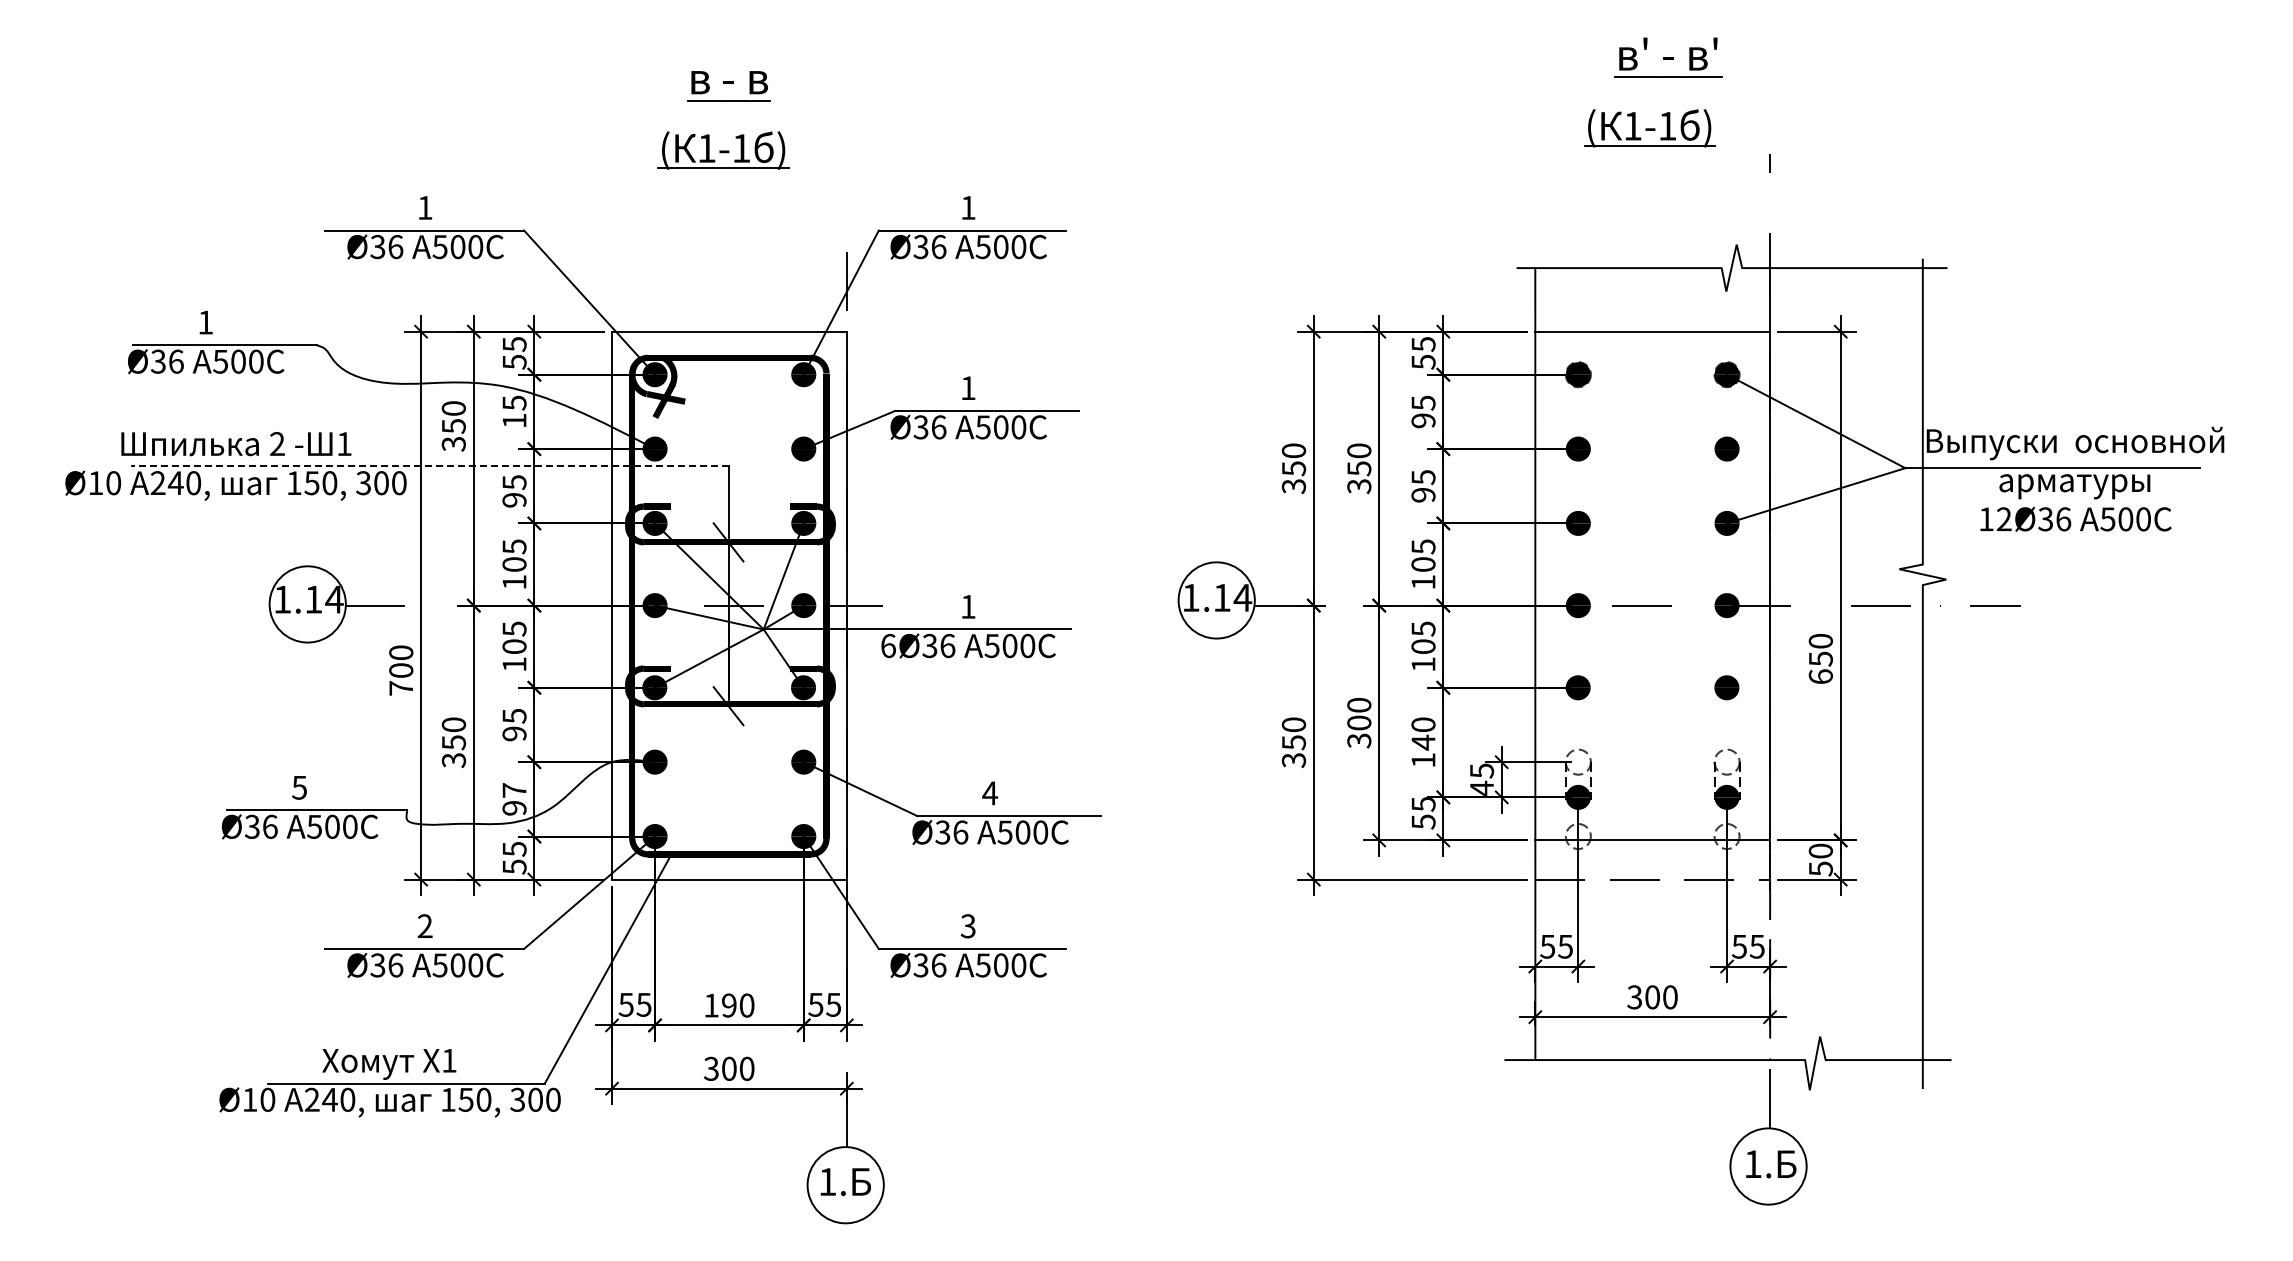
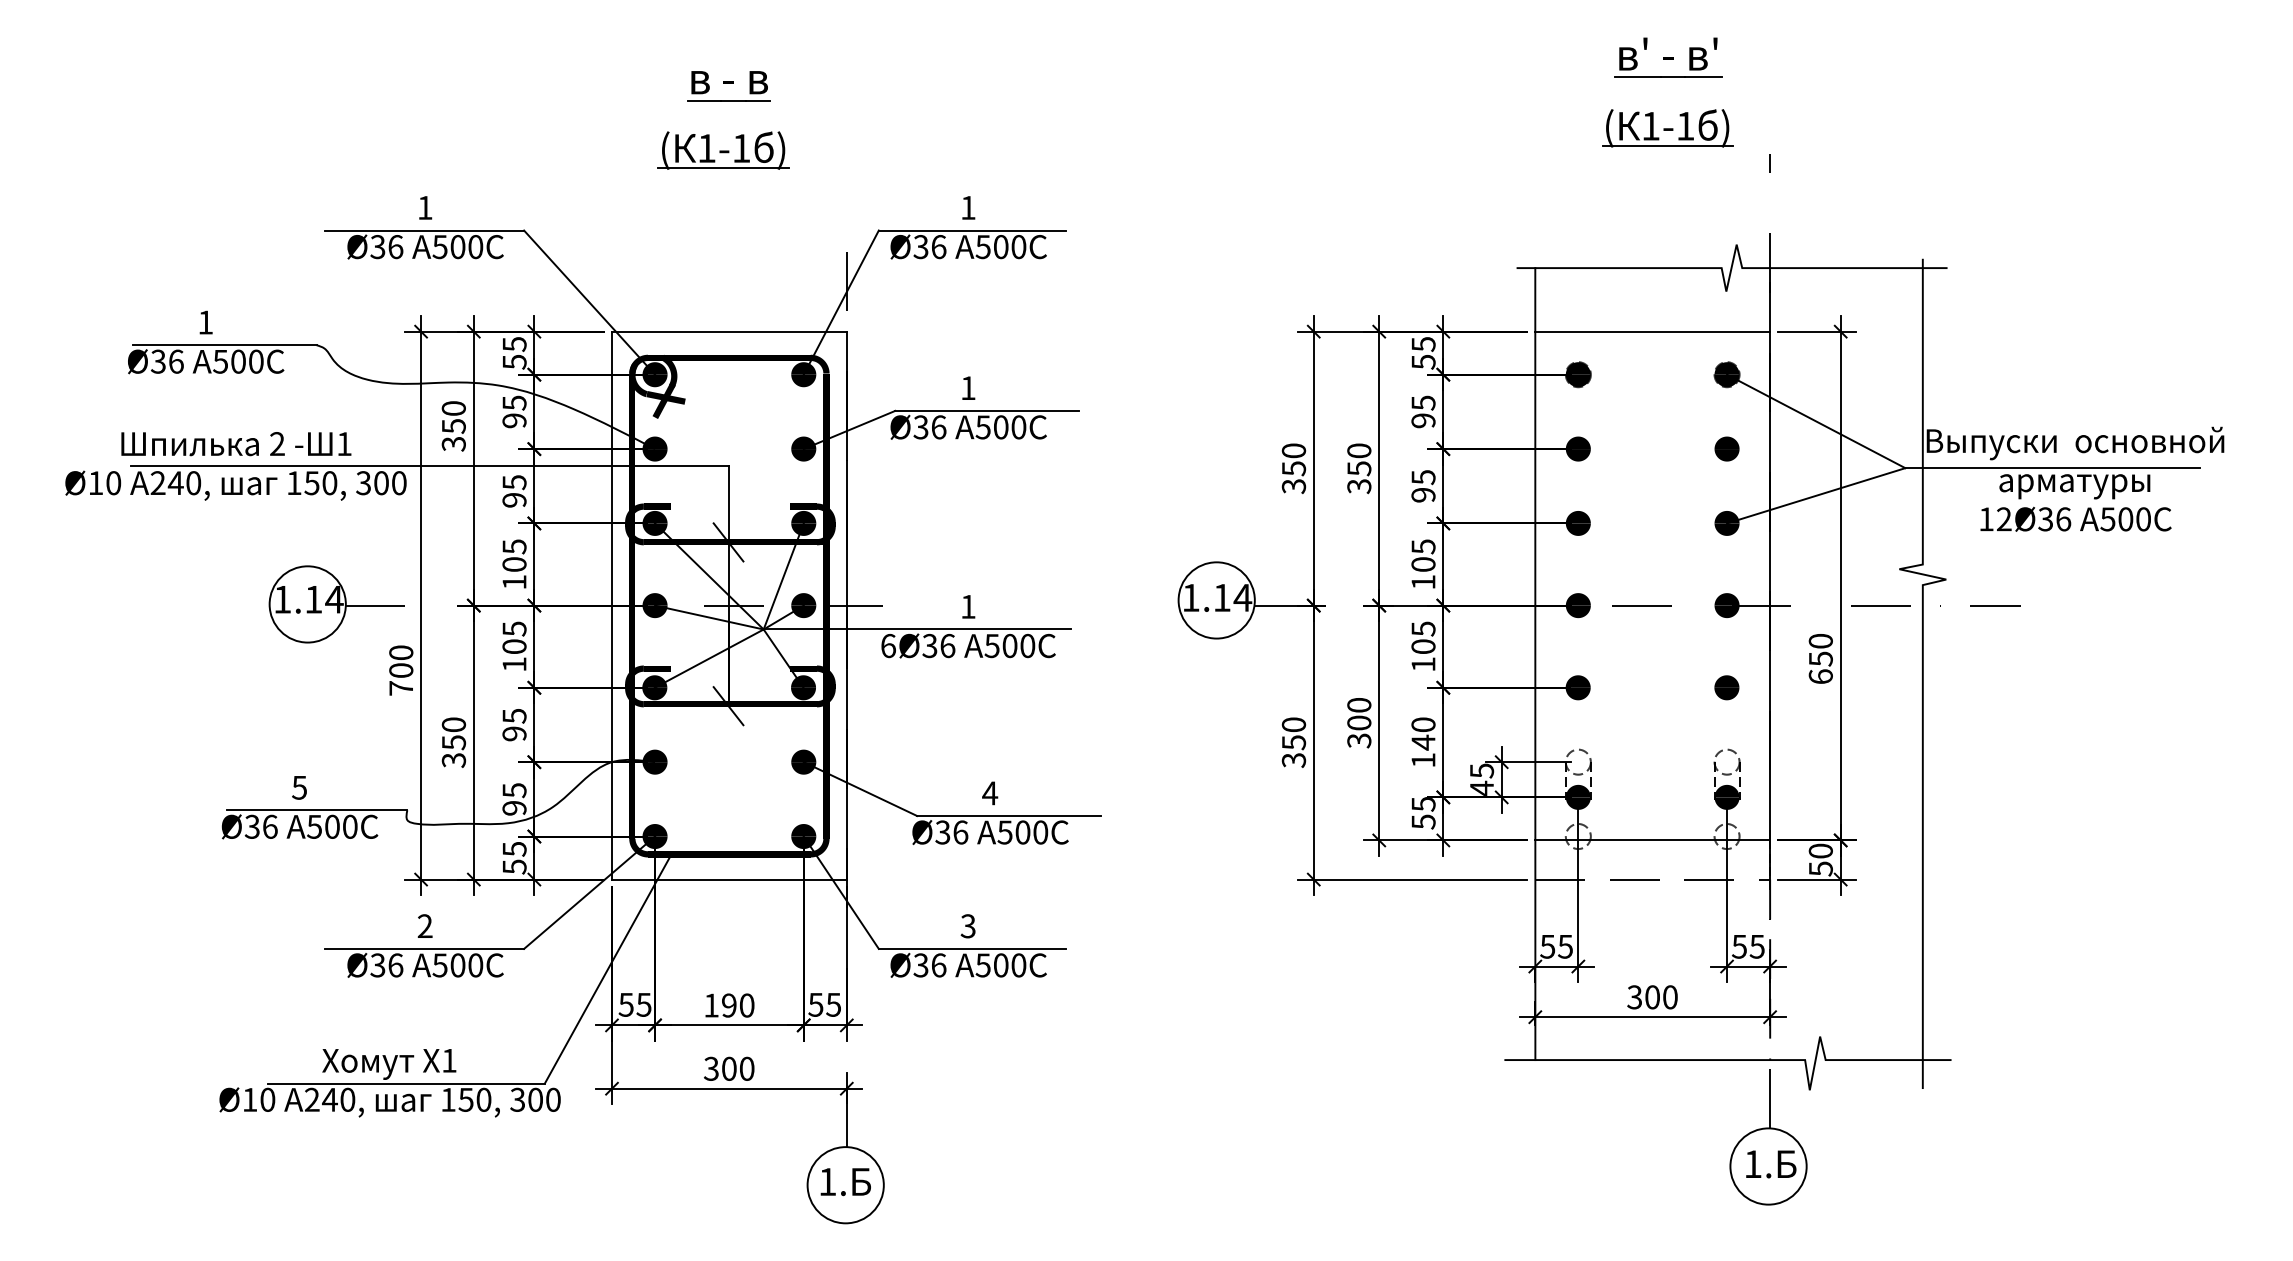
part at (1649, 128) position: (1649, 128) -> (1667, 128)
text at (514, 420): 15 -> 95
line at (429, 465): dashed -> solid
text at (514, 790): 97 -> 95
